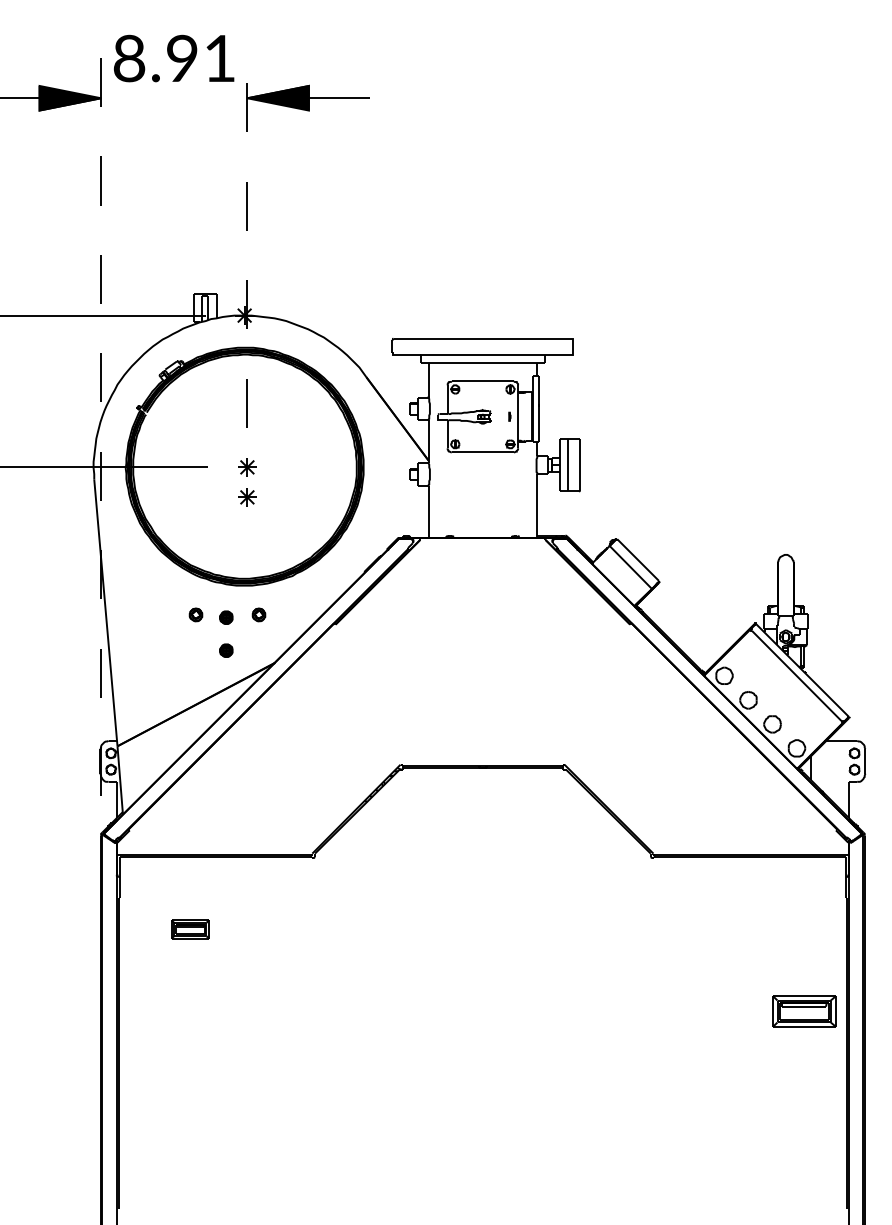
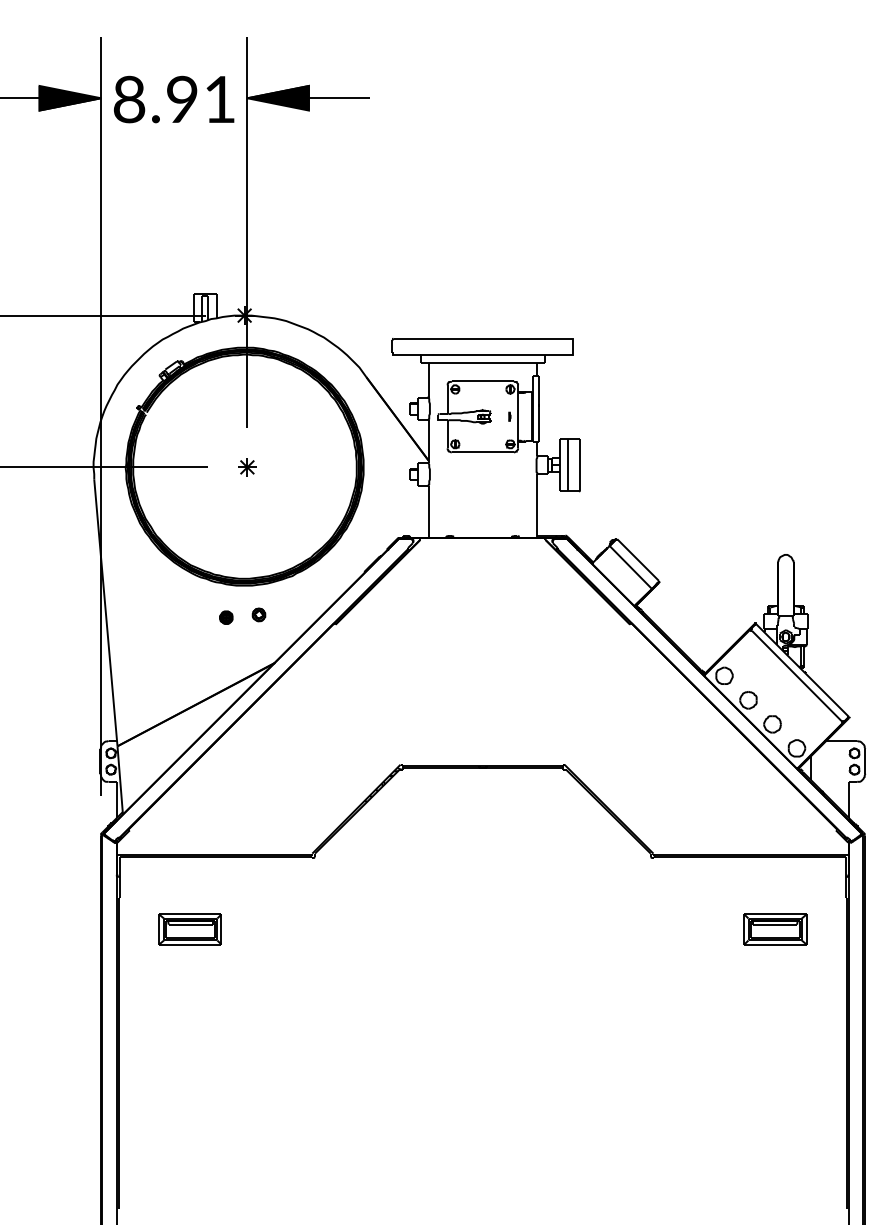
text at (174, 58) position: (174, 58) -> (174, 99)
line at (247, 231): dashed -> solid
line at (101, 416): dashed -> solid
part at (247, 497): present -> none
part at (195, 614): present -> none
part at (226, 650): present -> none
part at (190, 929) size: 39x21 px -> 64x33 px
part at (804, 1011) position: (804, 1011) -> (775, 929)
